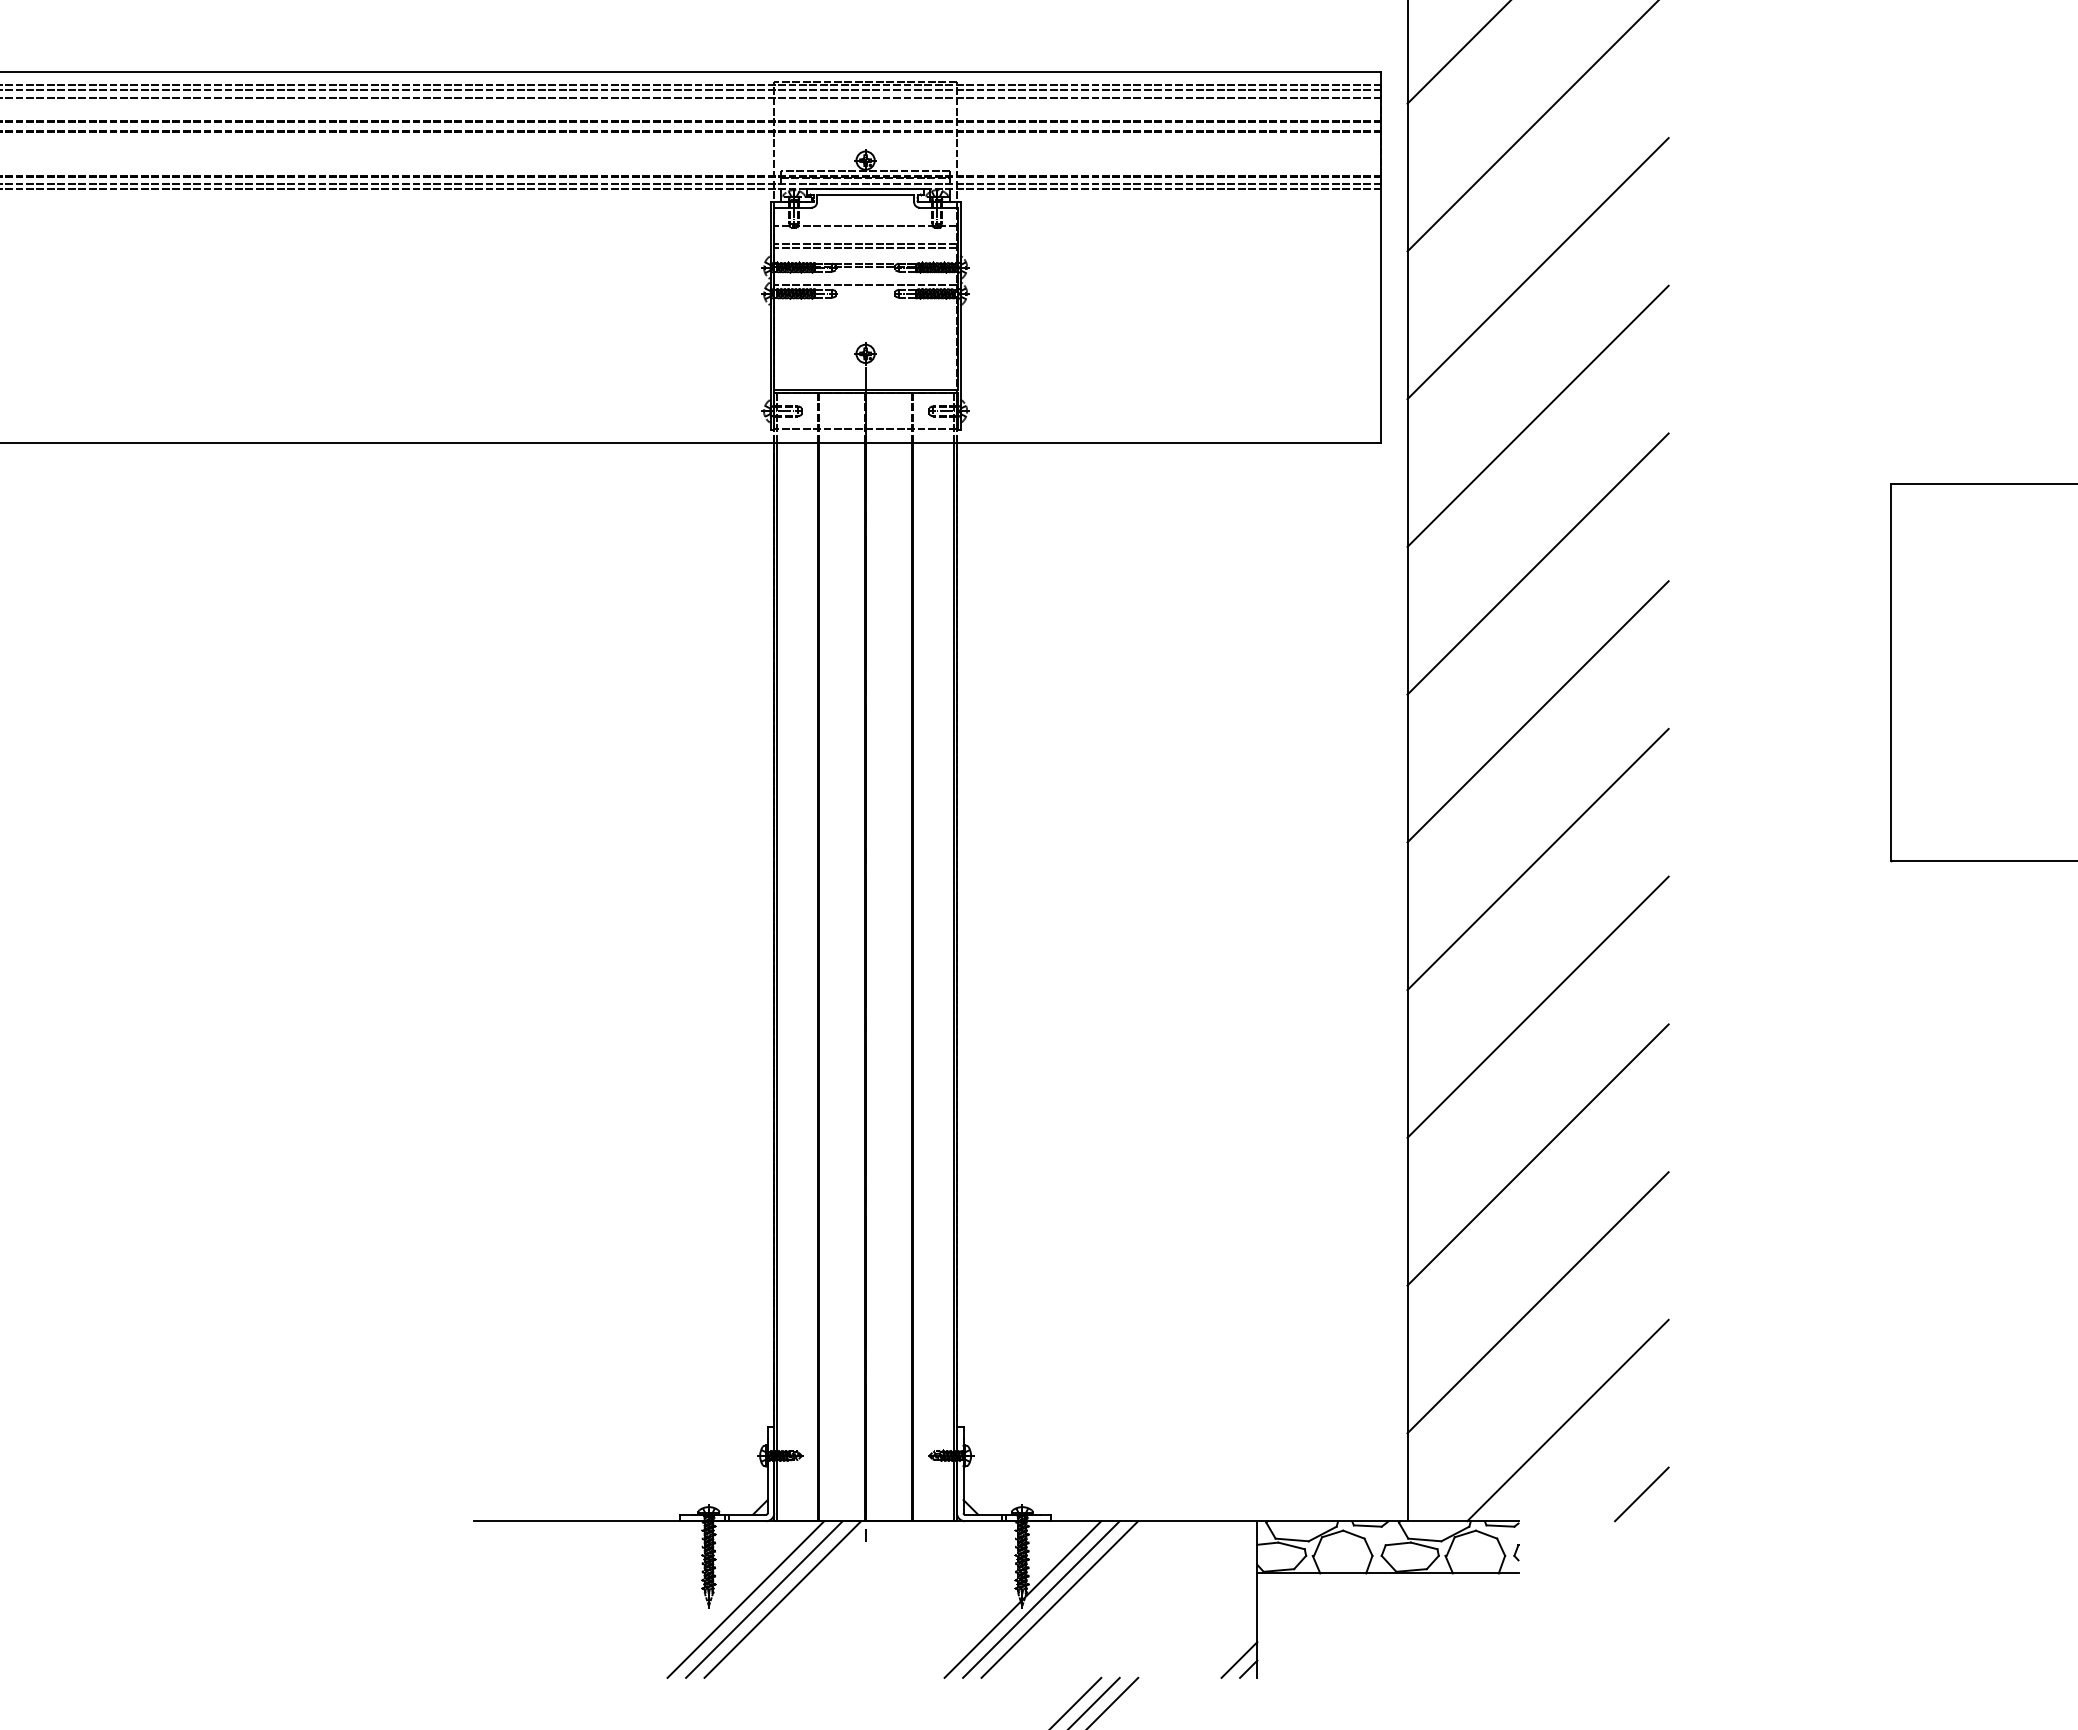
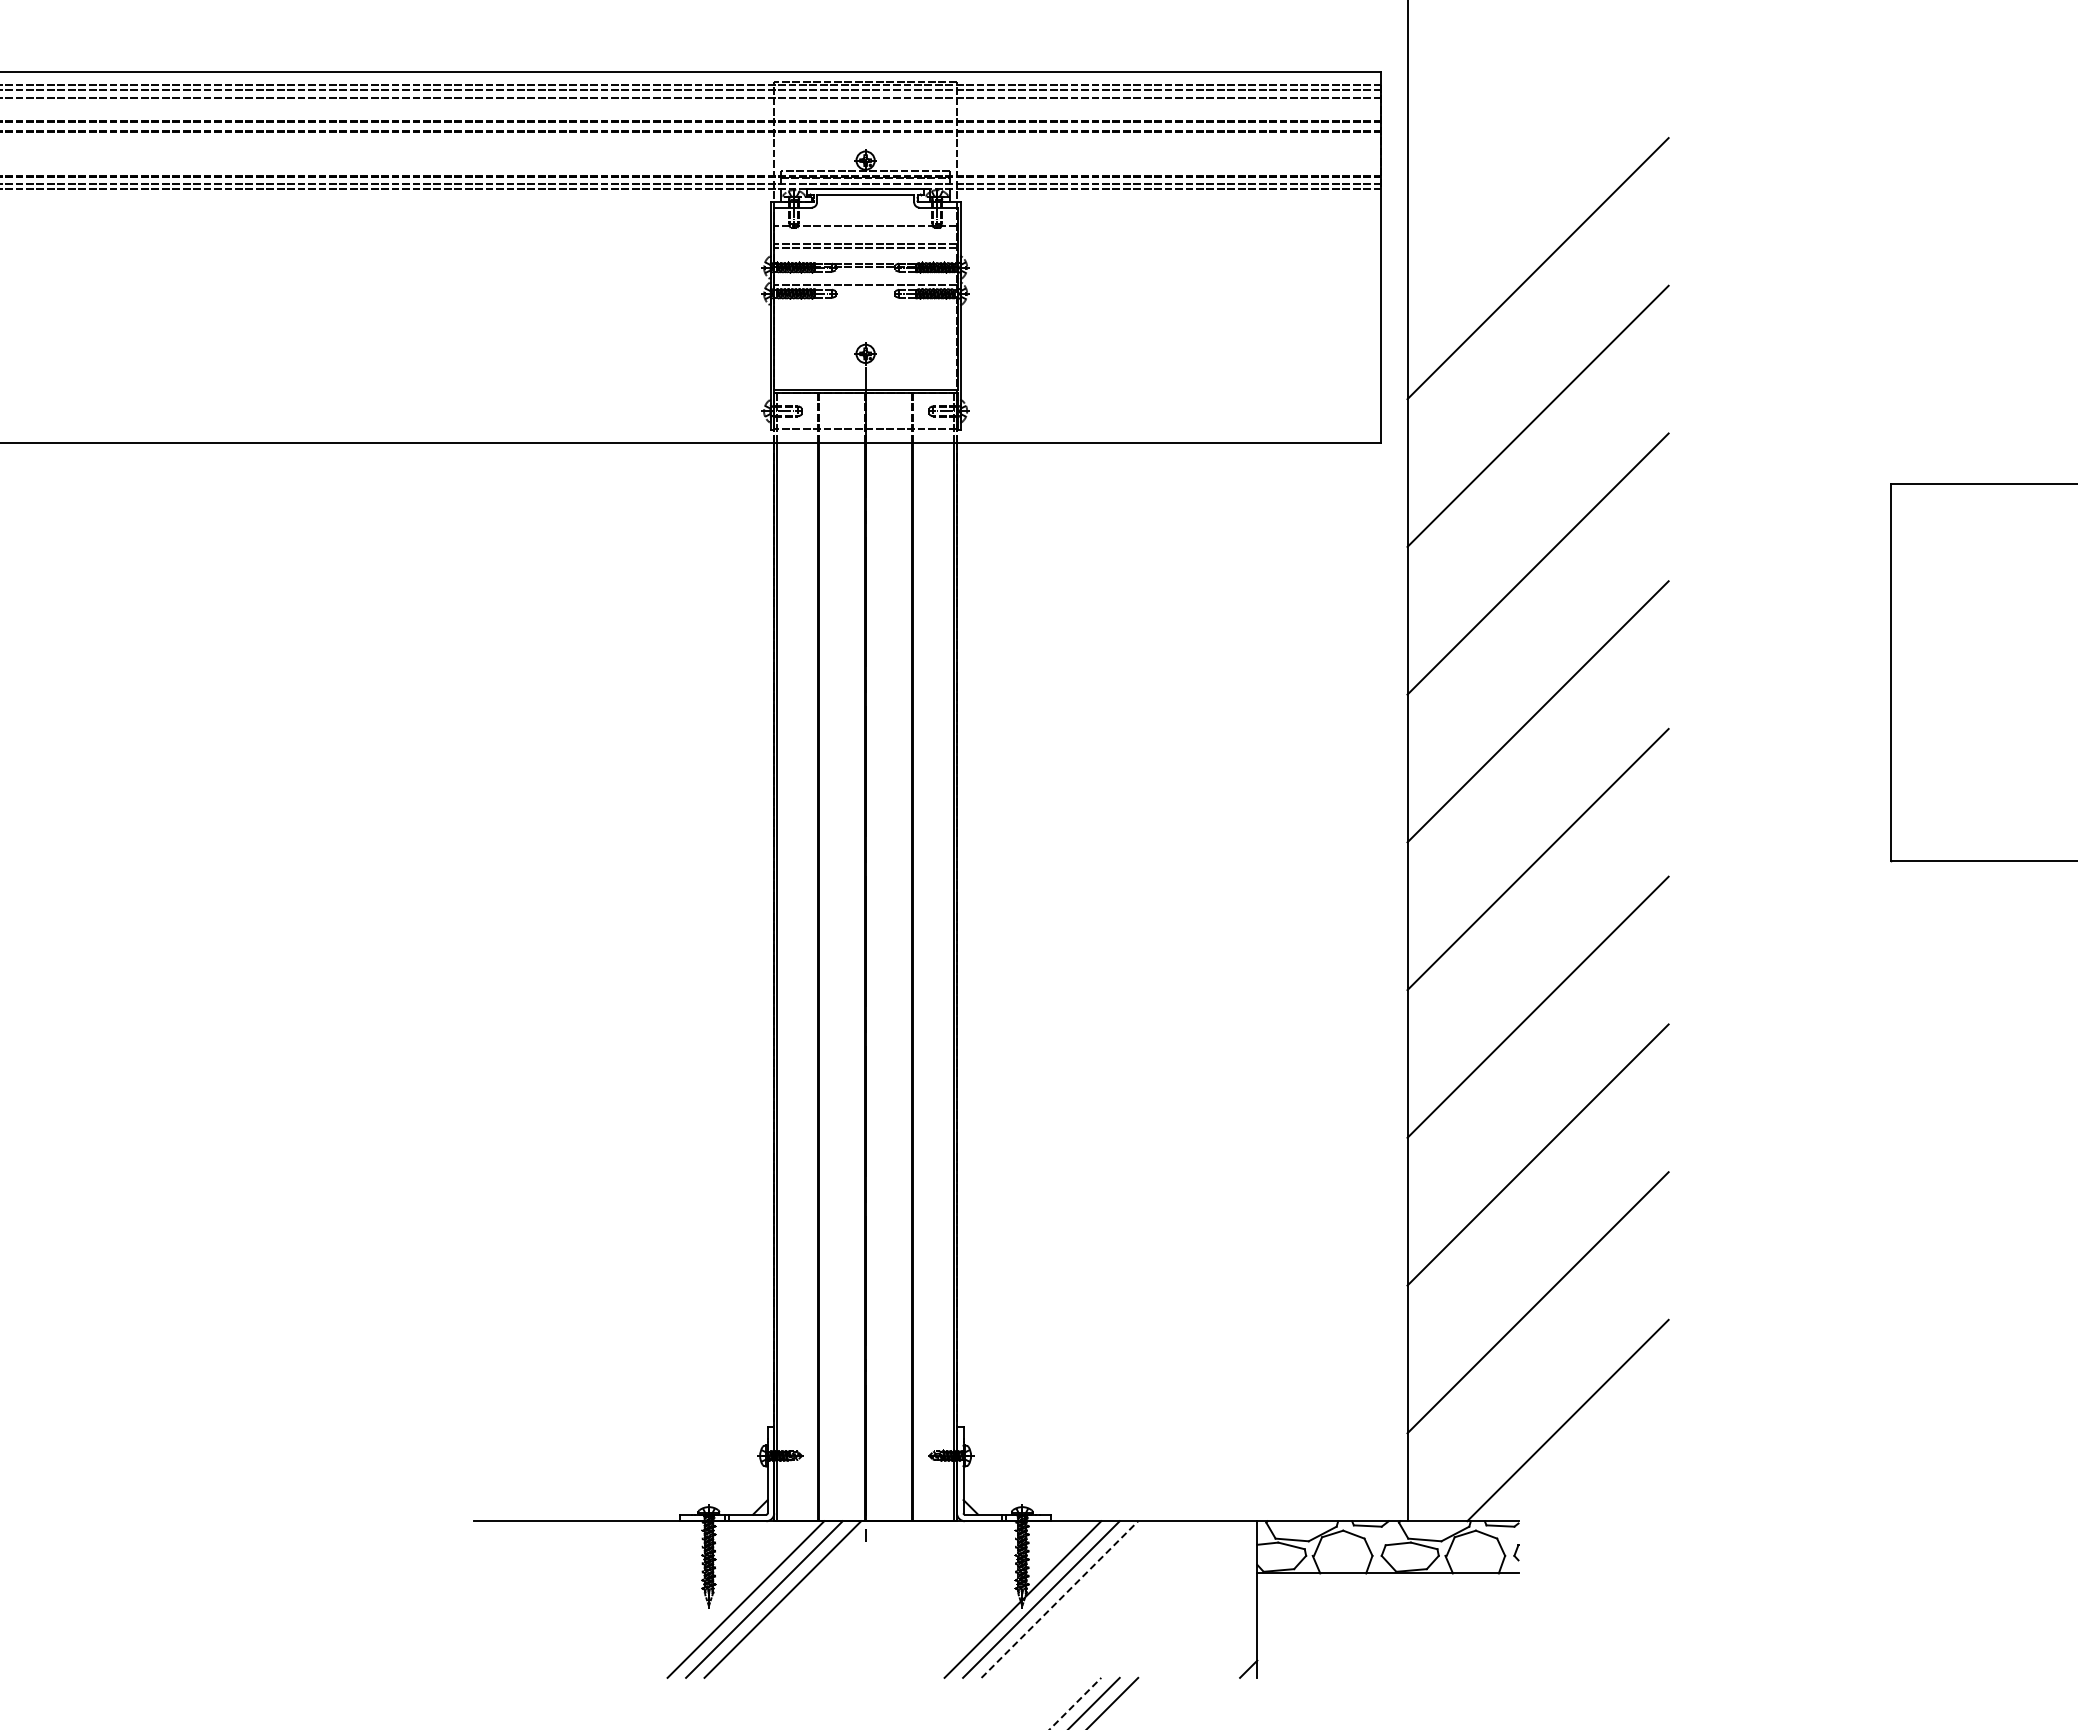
line at (1457, 52): present -> none
line at (1531, 126): present -> none
line at (1641, 1494): present -> none
line at (1059, 1599): solid -> dashed
line at (1239, 1659): present -> none
line at (1075, 1703): solid -> dashed
